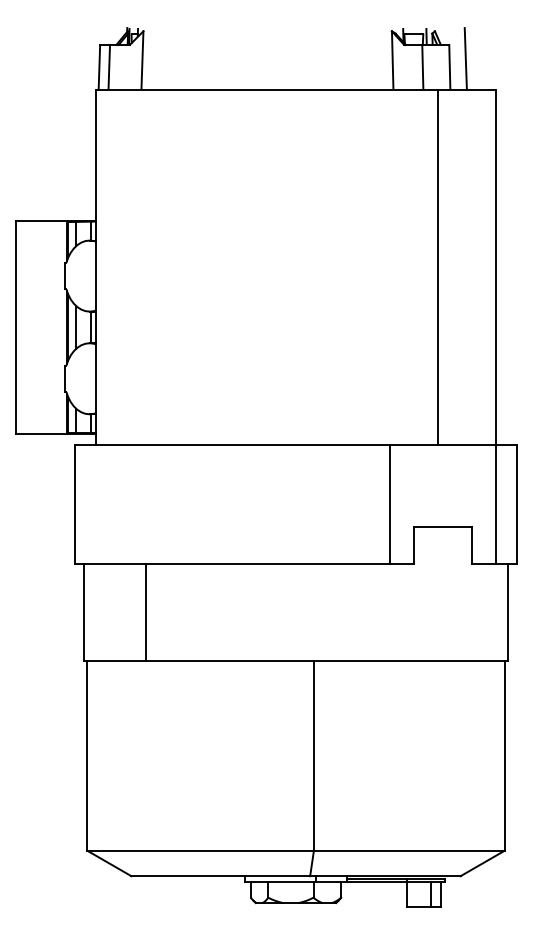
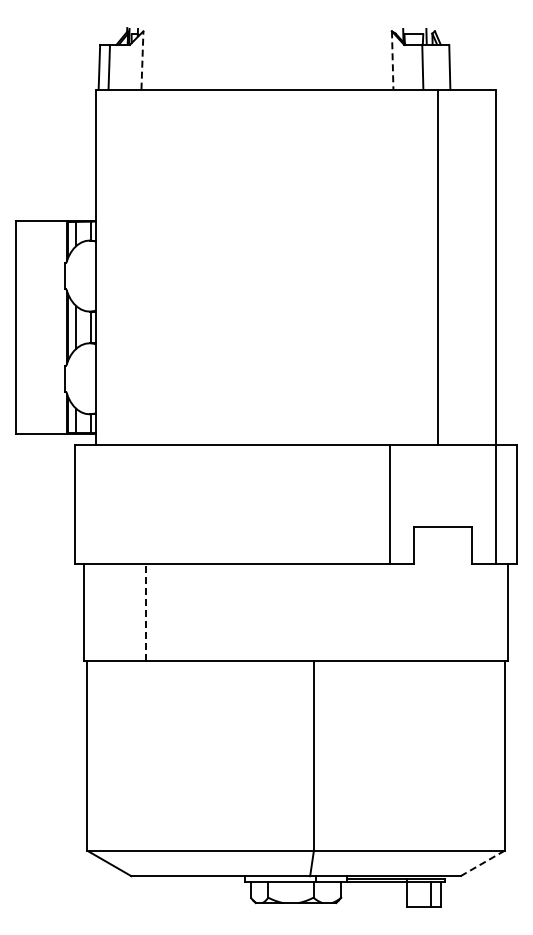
line at (465, 58): present -> none
line at (142, 59): solid -> dashed
line at (392, 60): solid -> dashed
line at (146, 612): solid -> dashed
line at (483, 863): solid -> dashed
